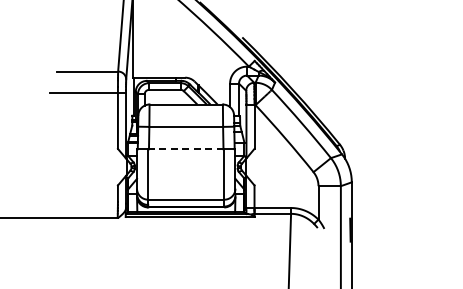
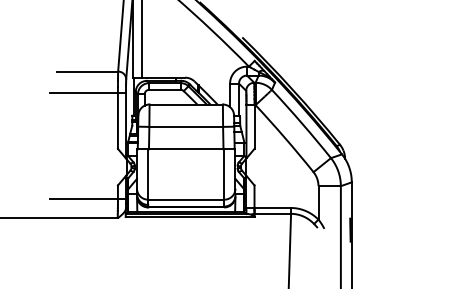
line at (142, 39): none -> present
line at (186, 149): dashed -> solid
line at (87, 198): none -> present
